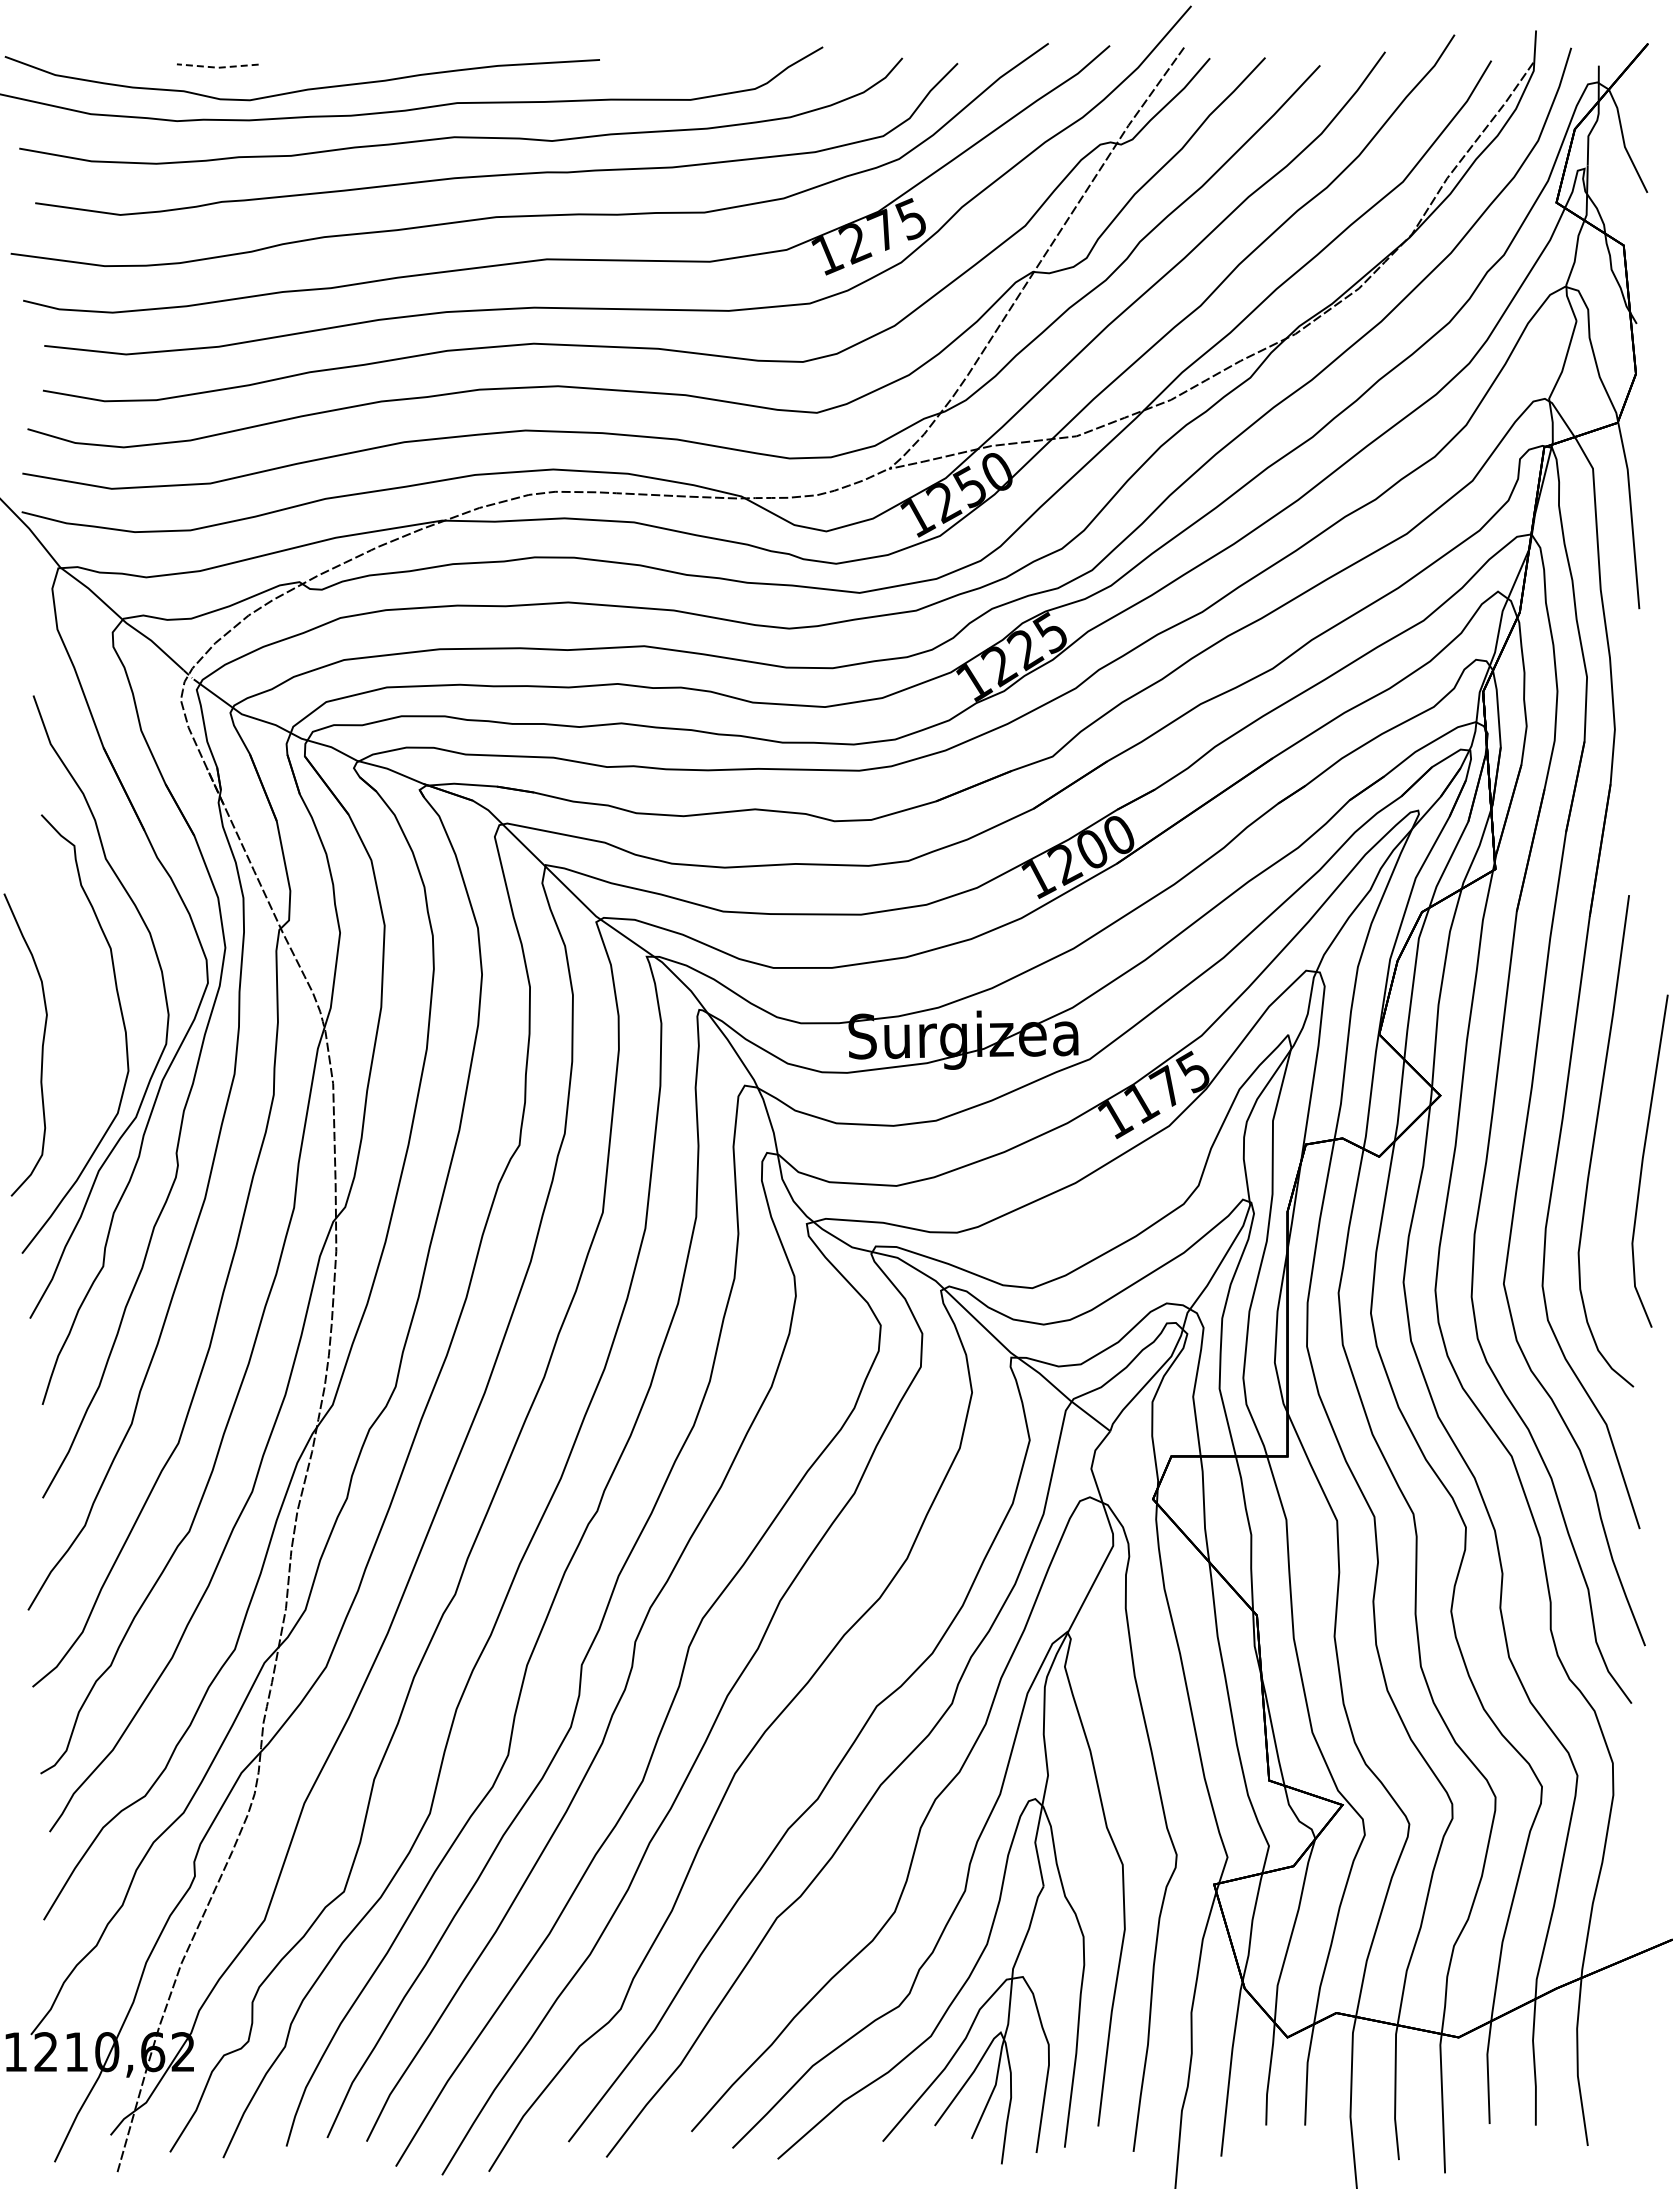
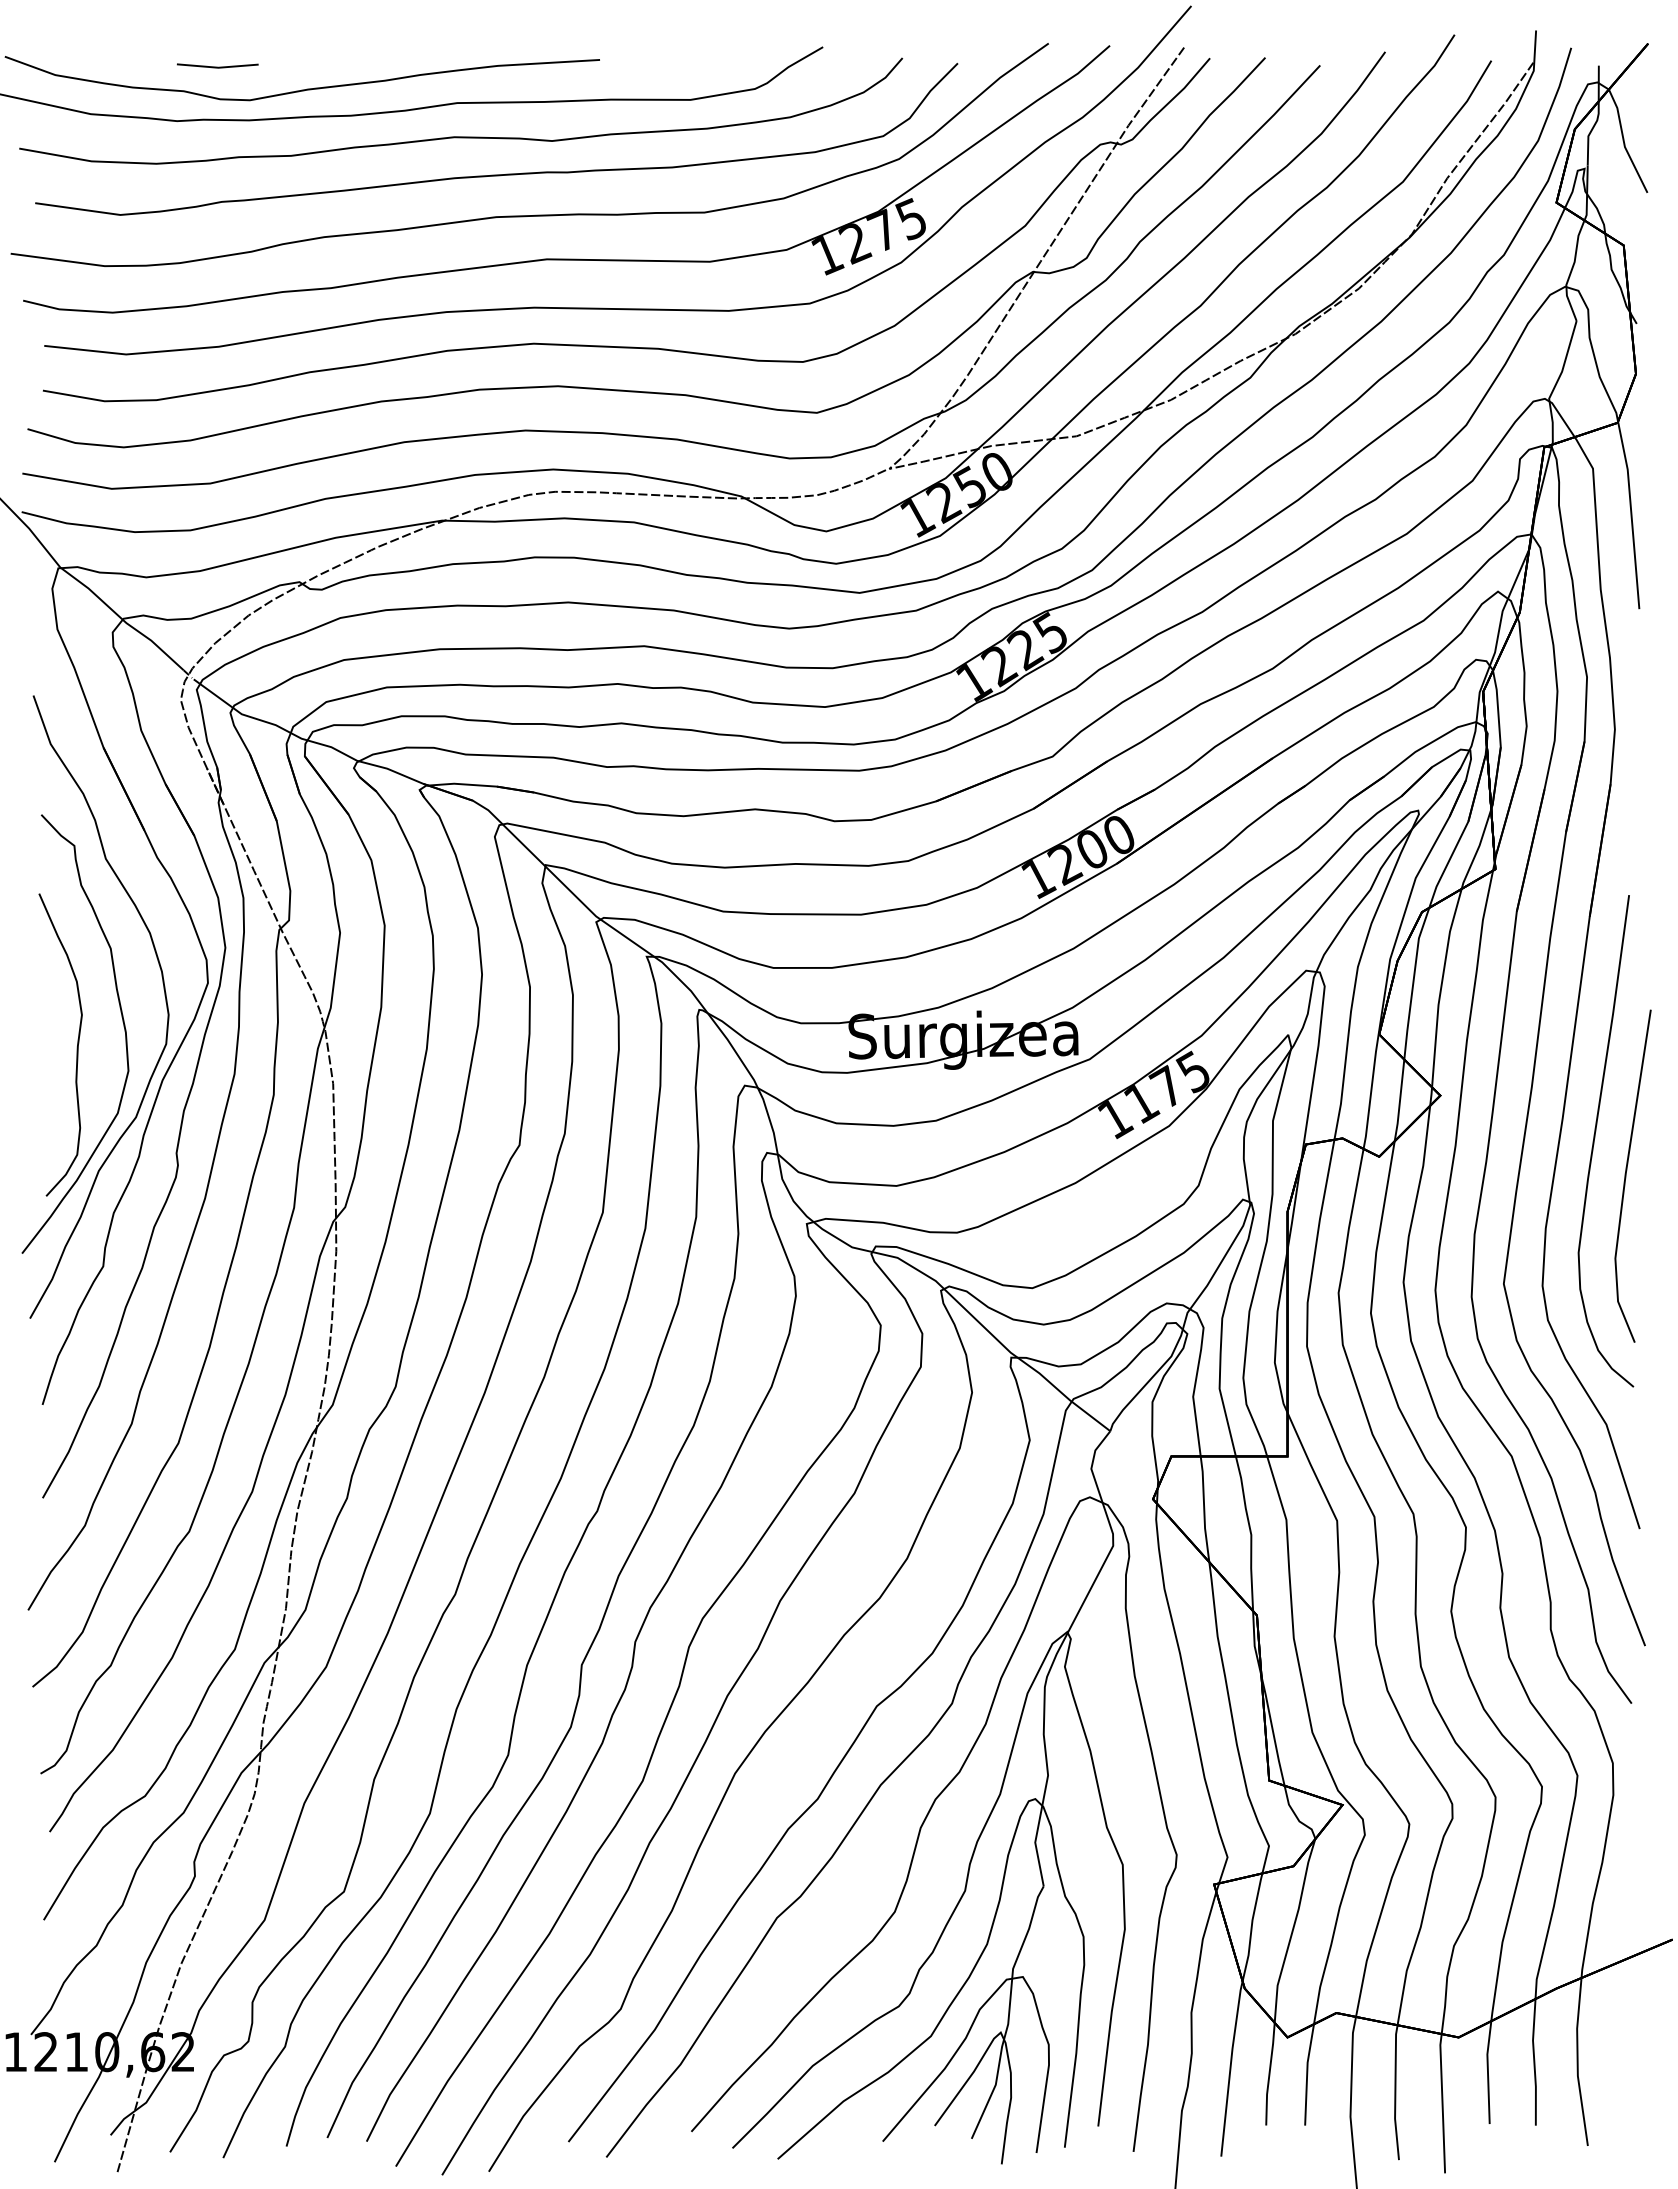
line at (218, 67): dashed -> solid
curve at (41, 1047) position: (41, 1047) -> (76, 1047)
line at (1643, 1160) position: (1643, 1160) -> (1626, 1175)
